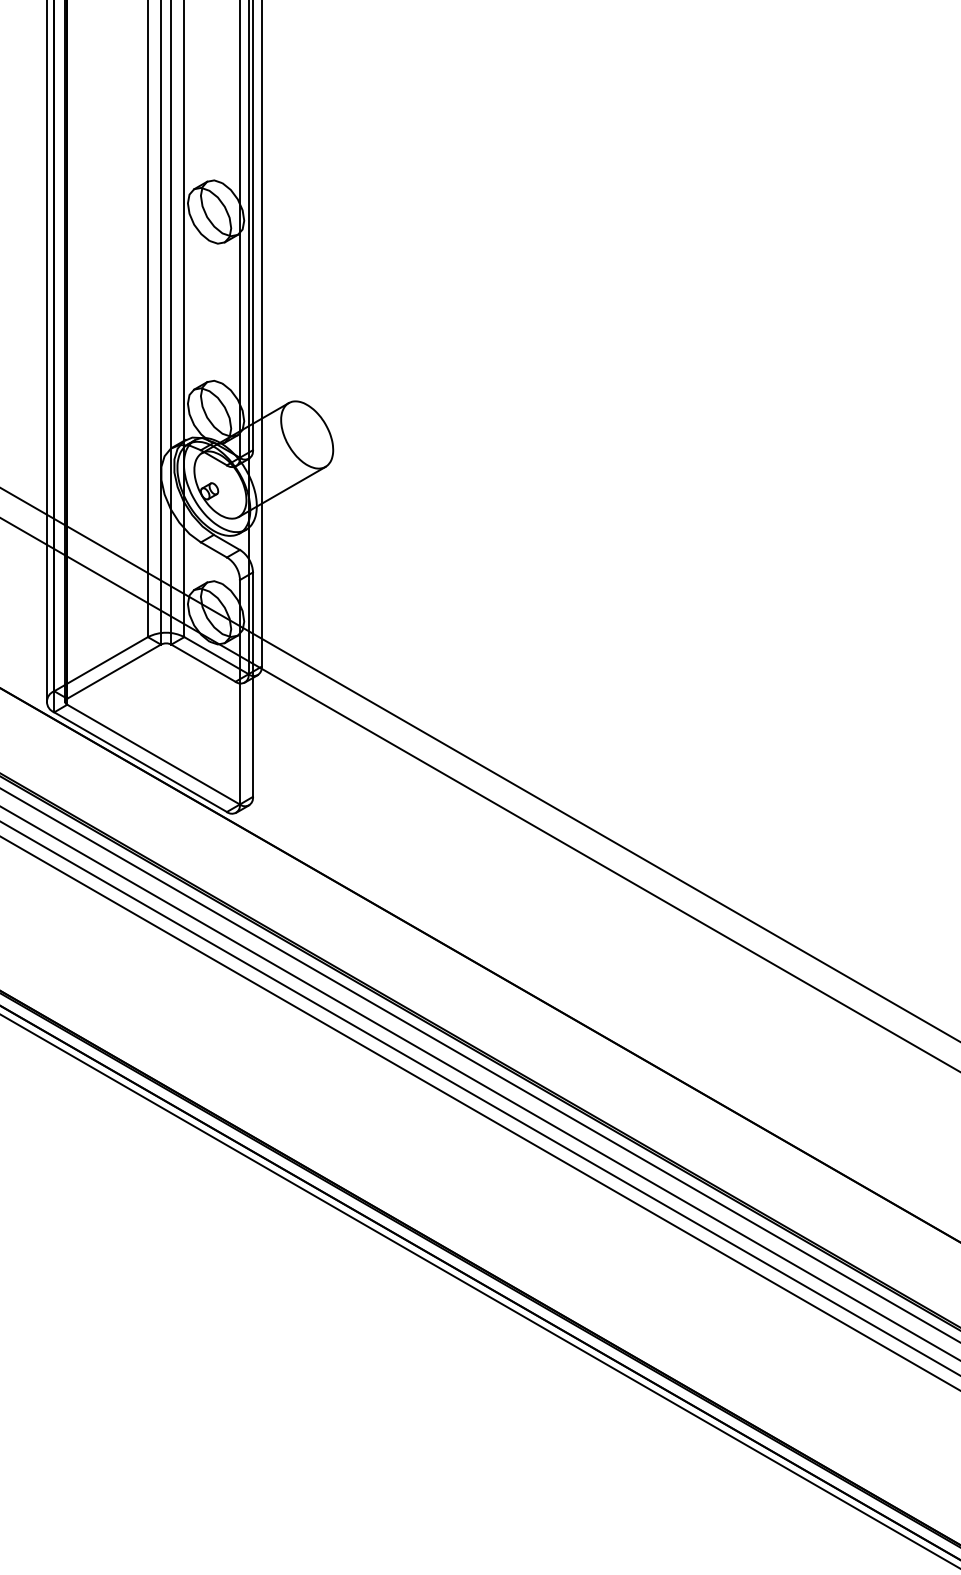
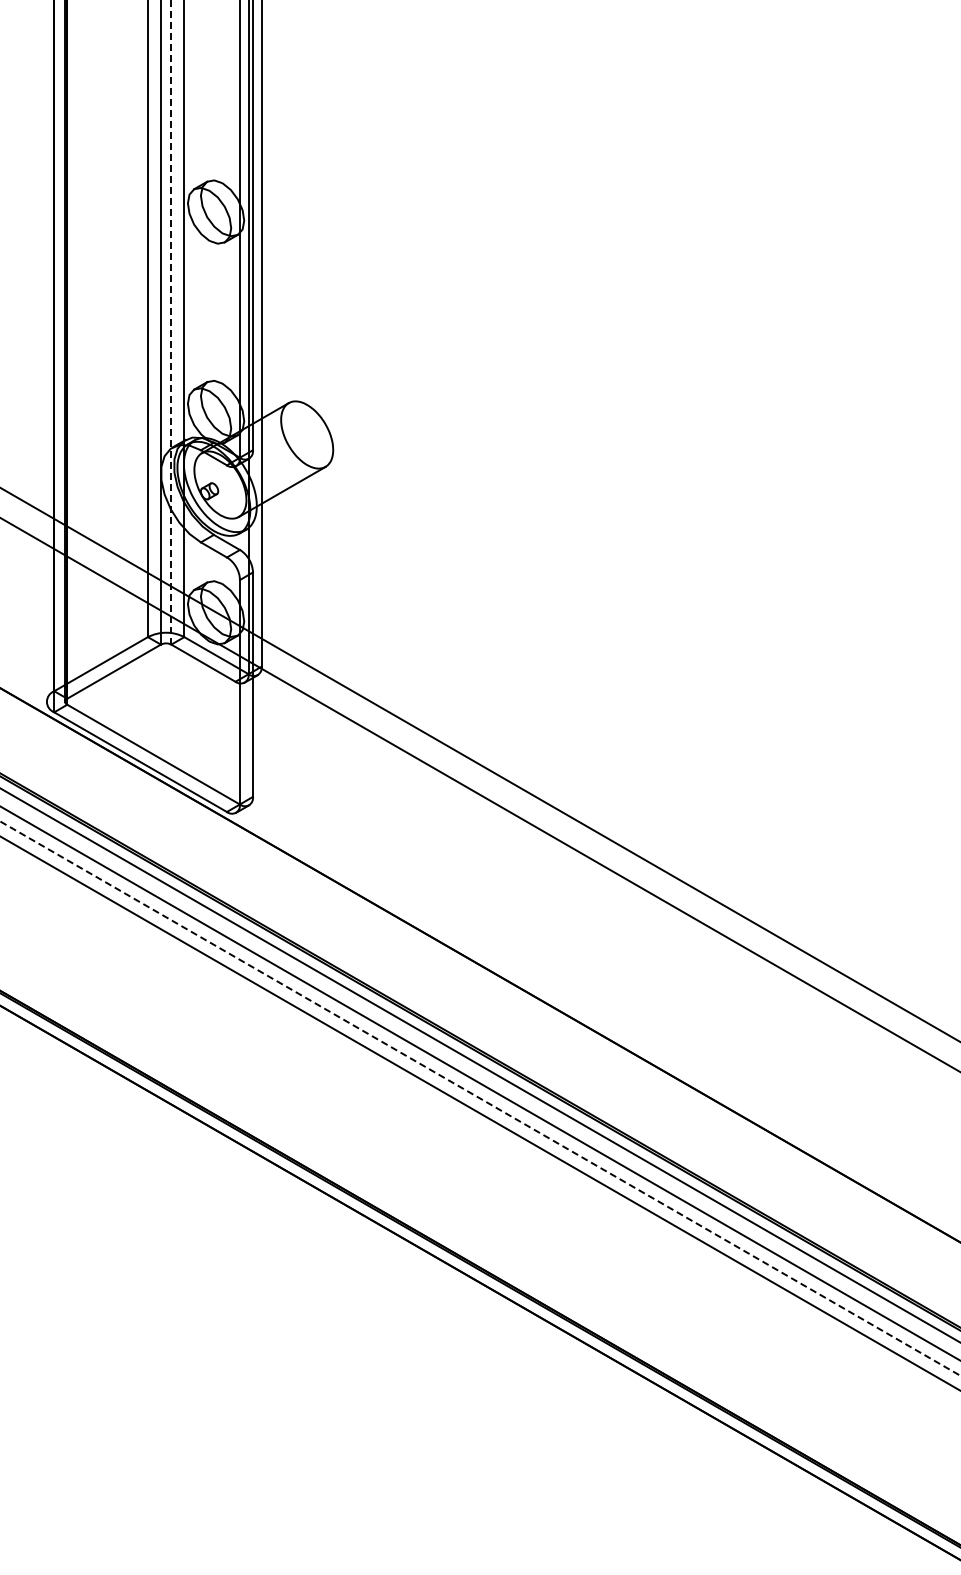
line at (171, 322): solid -> dashed
line at (46, 351): present -> none
line at (480, 1098): solid -> dashed
line at (479, 1291): present -> none
